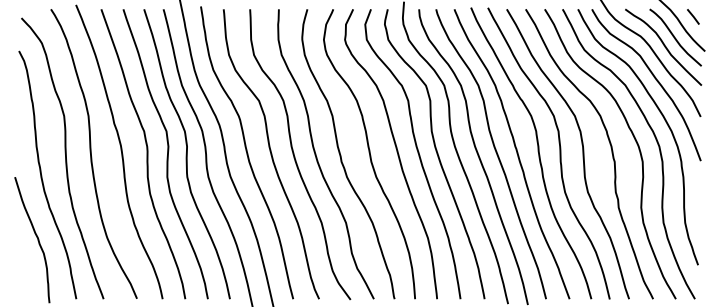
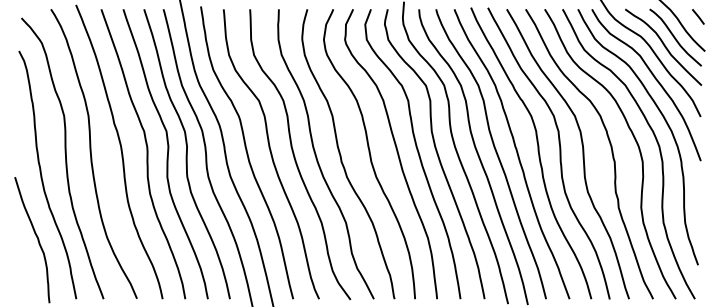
line at (693, 16) position: (693, 16) -> (698, 16)
